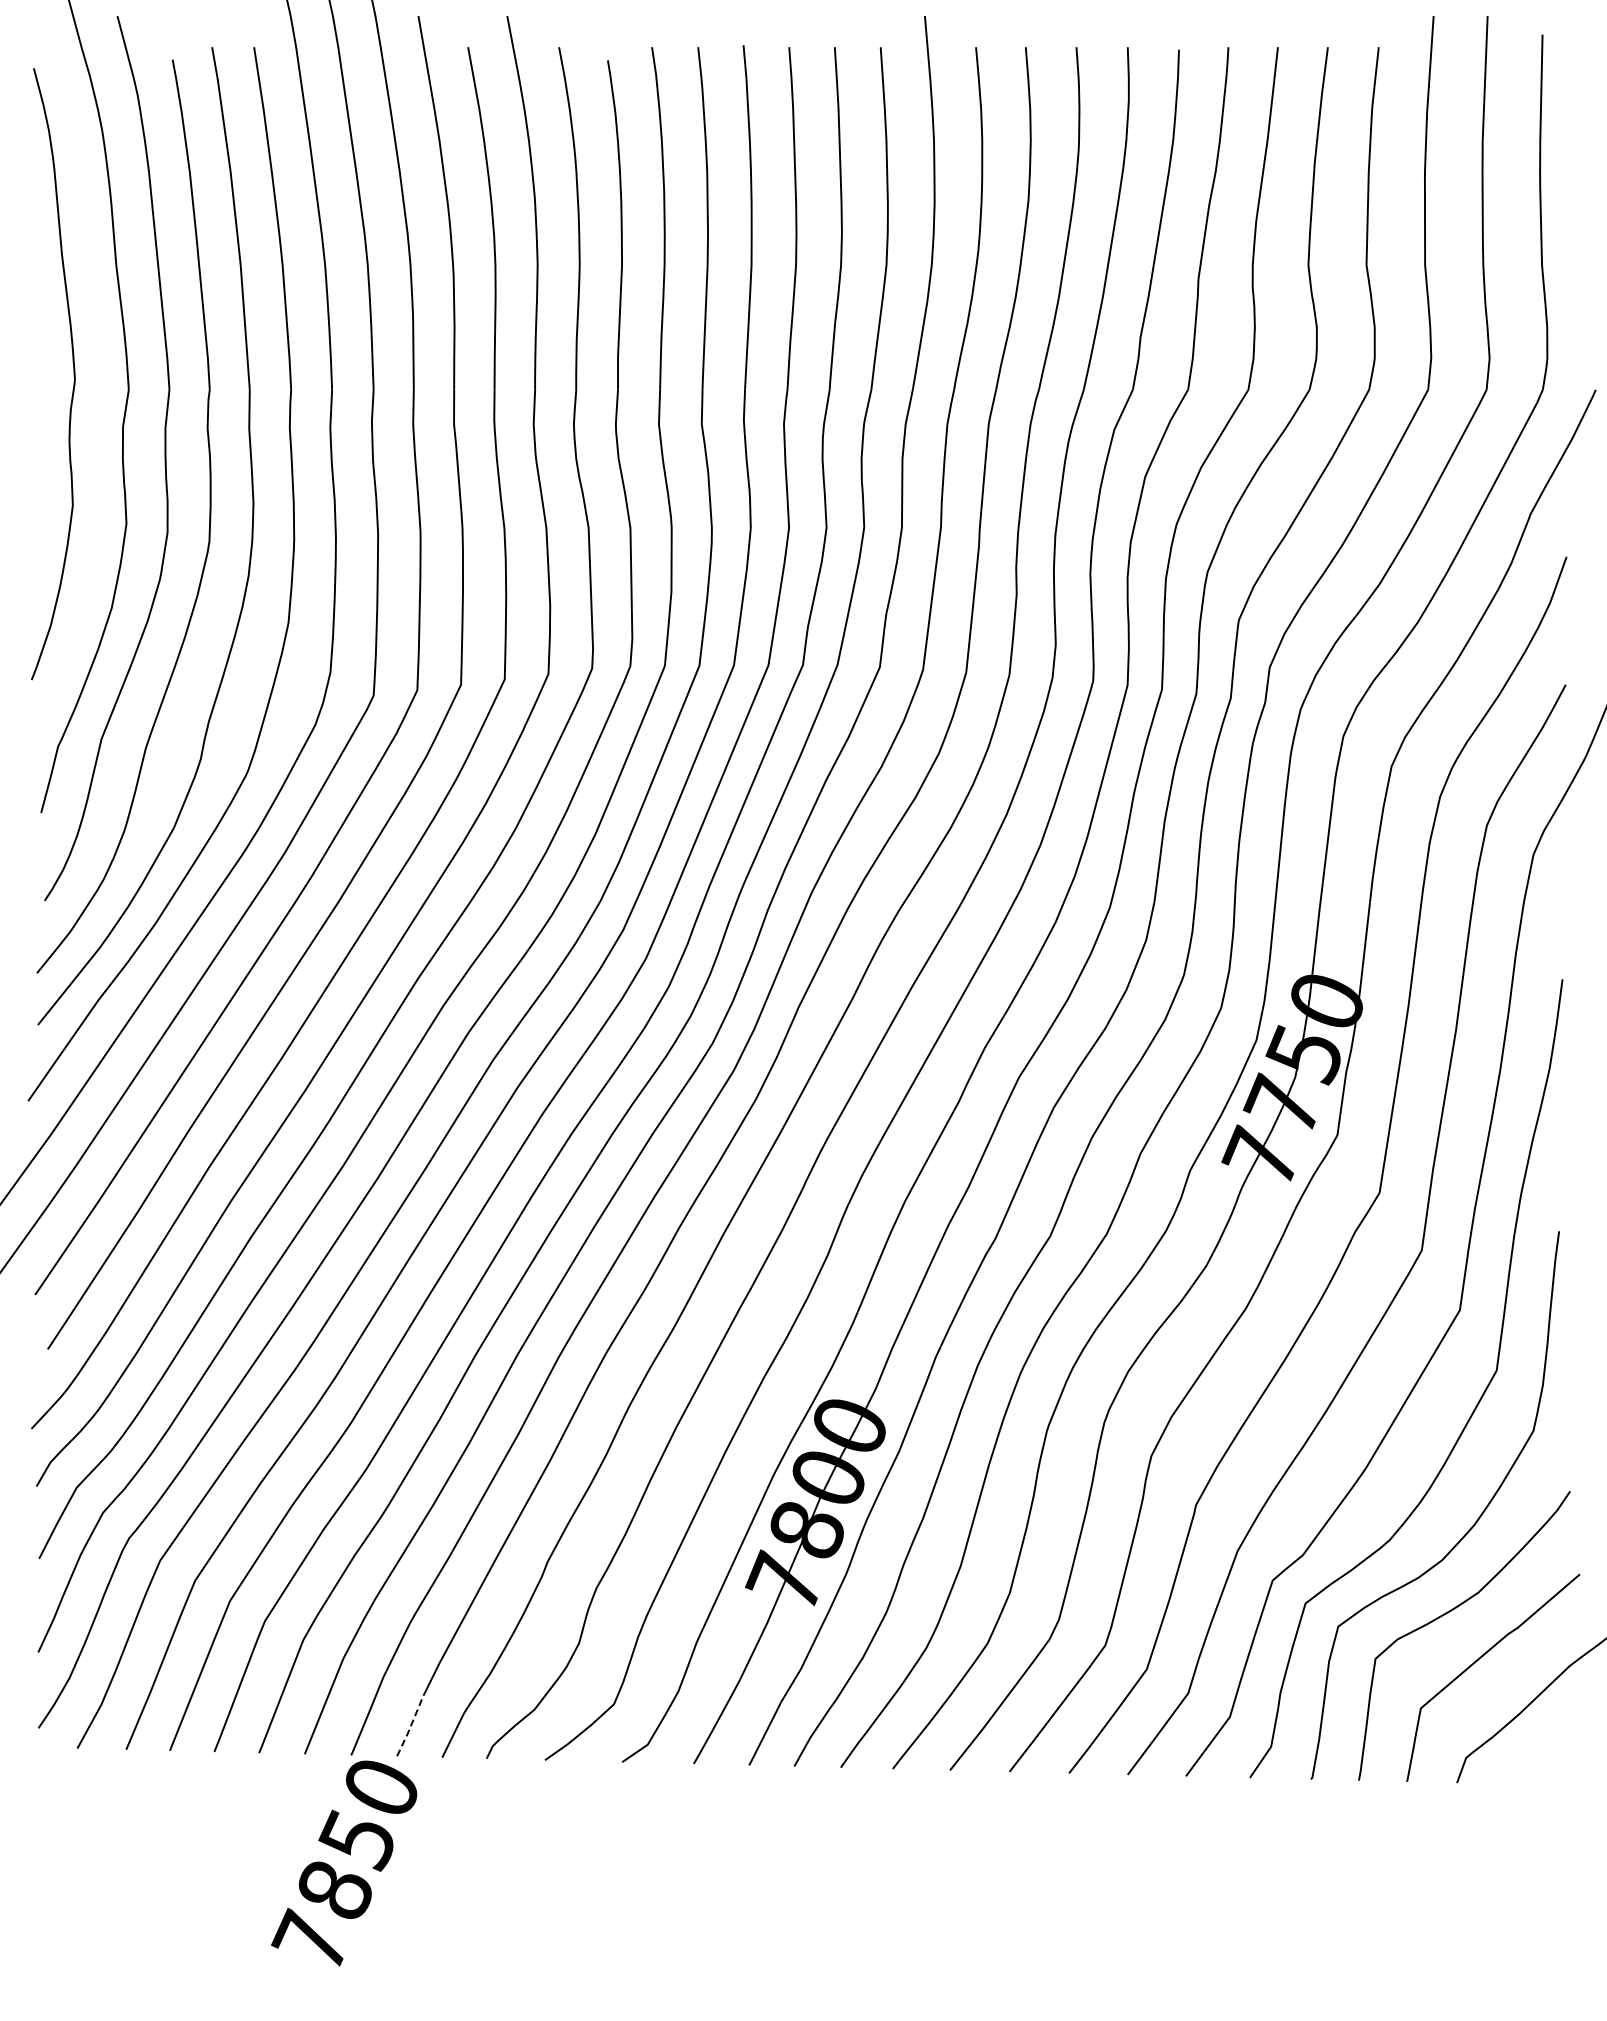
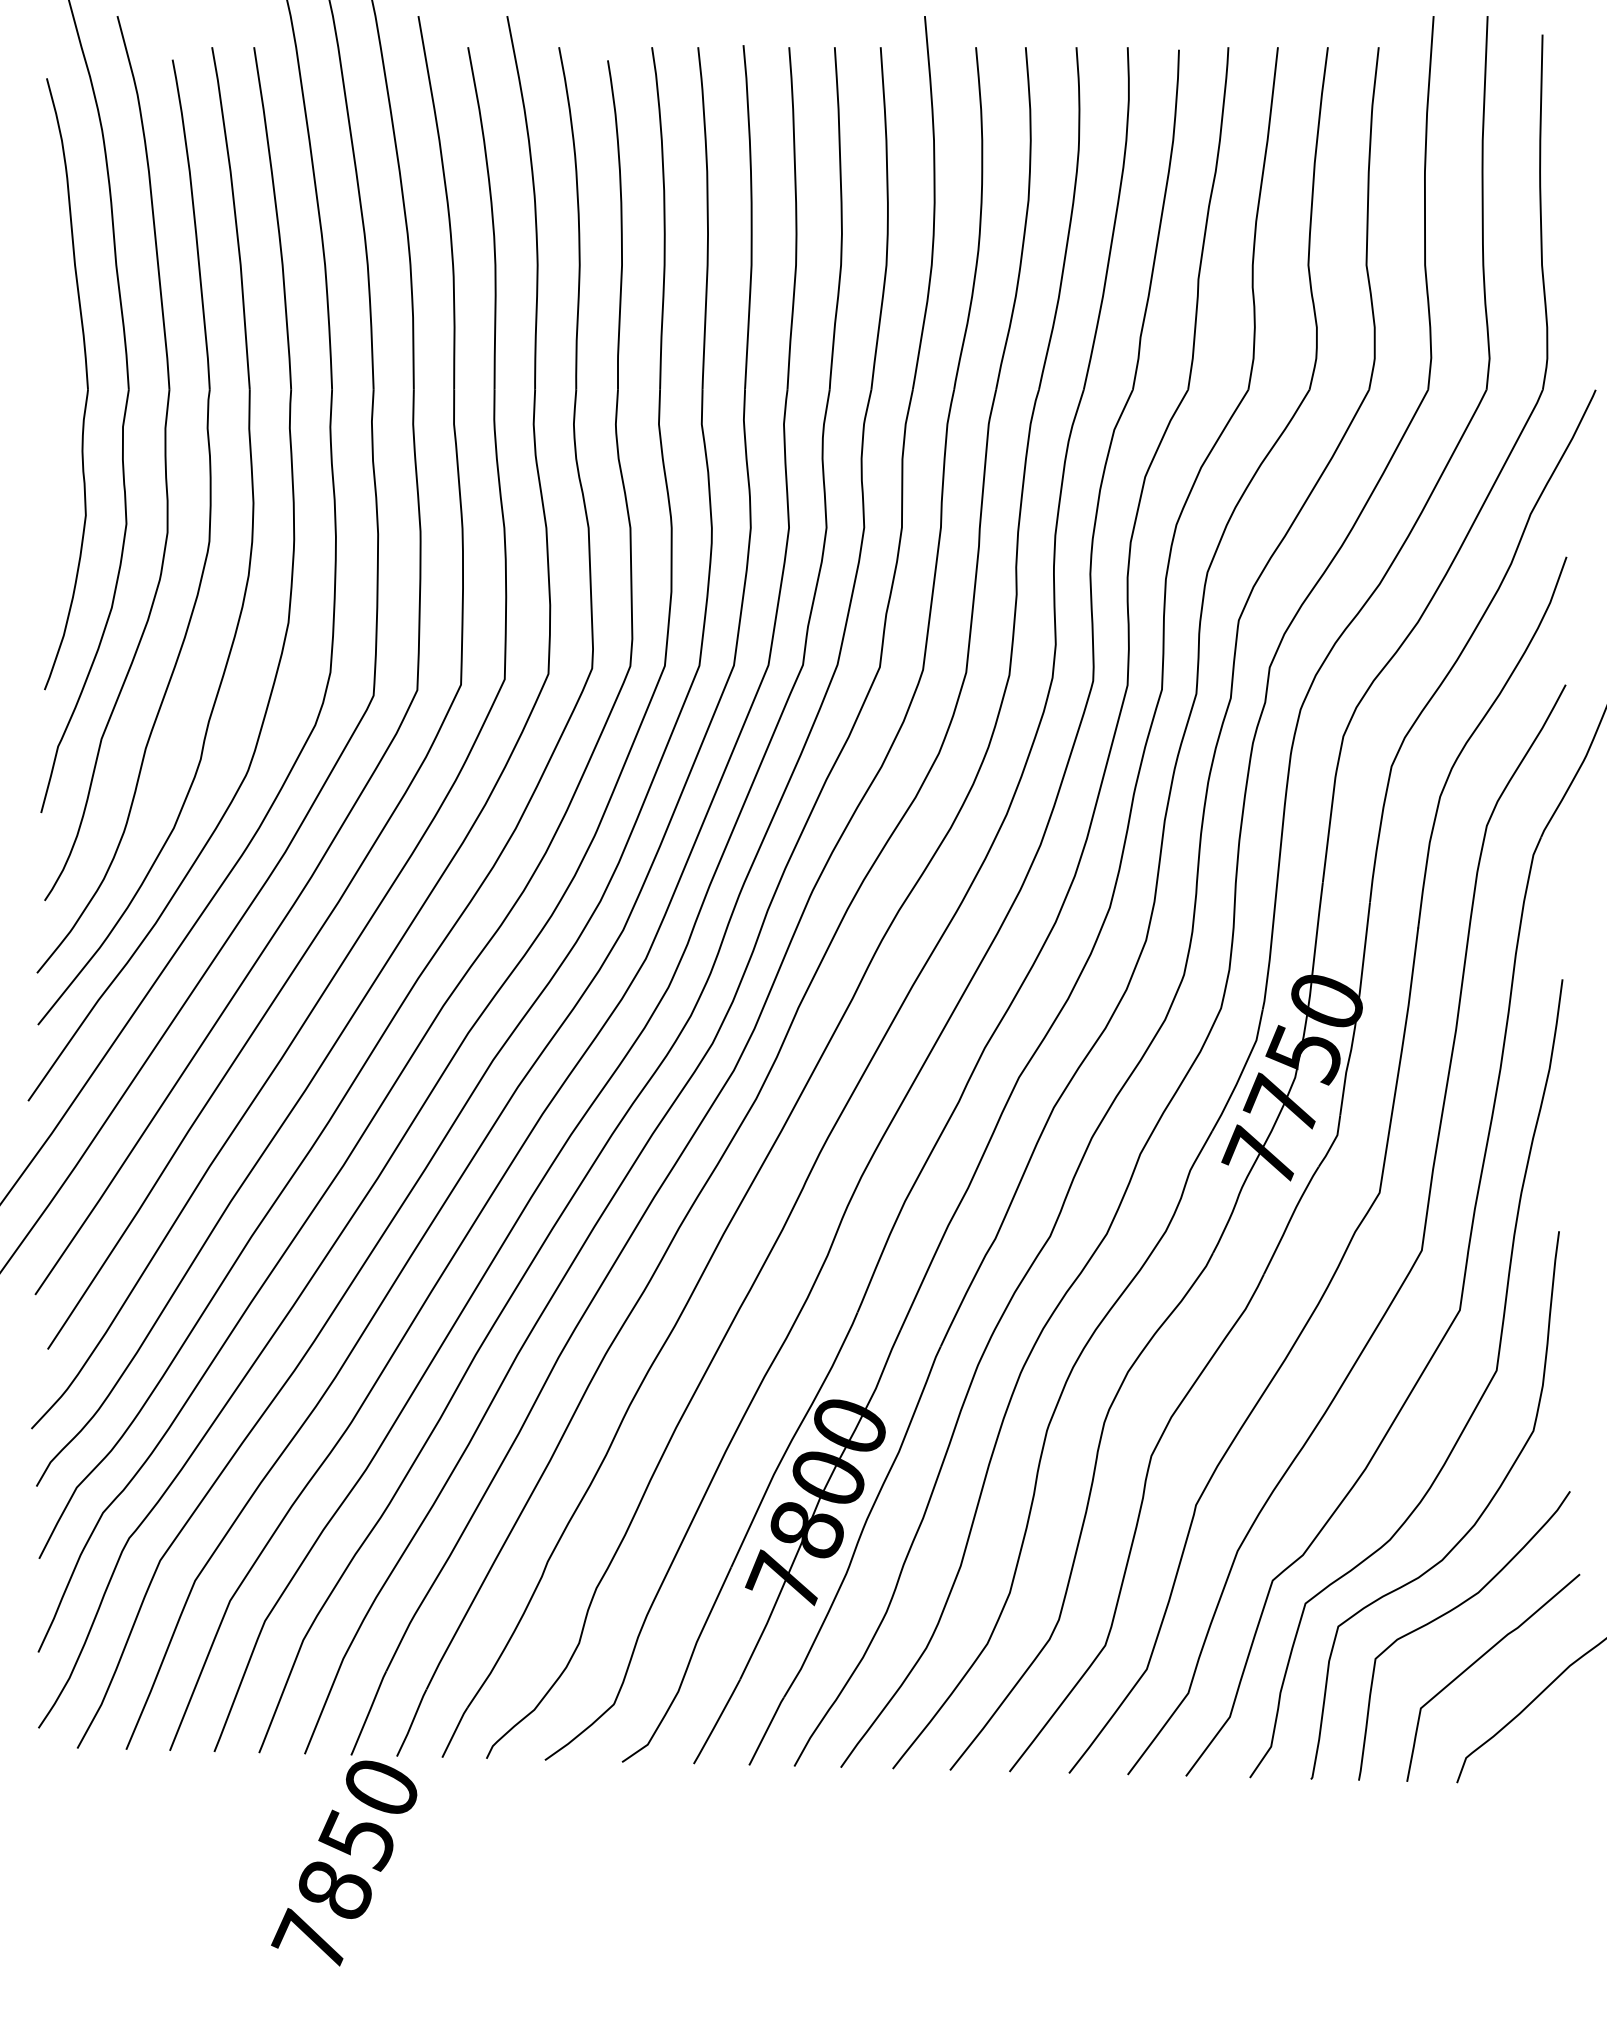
part at (73, 374) position: (73, 374) -> (86, 384)
line at (412, 1723): dashed -> solid
